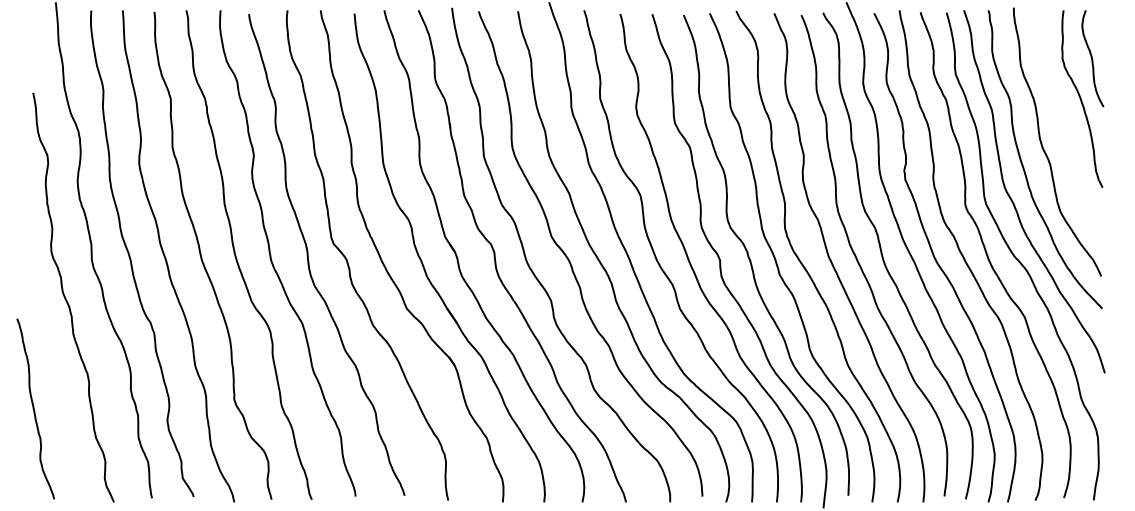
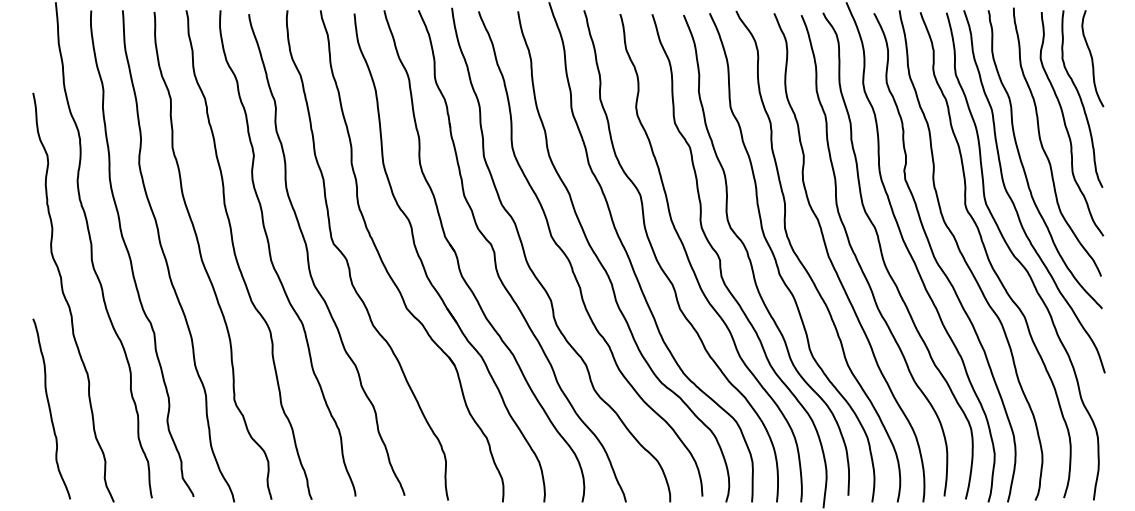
curve at (1066, 125): none -> present
curve at (34, 408) position: (34, 408) -> (50, 408)
